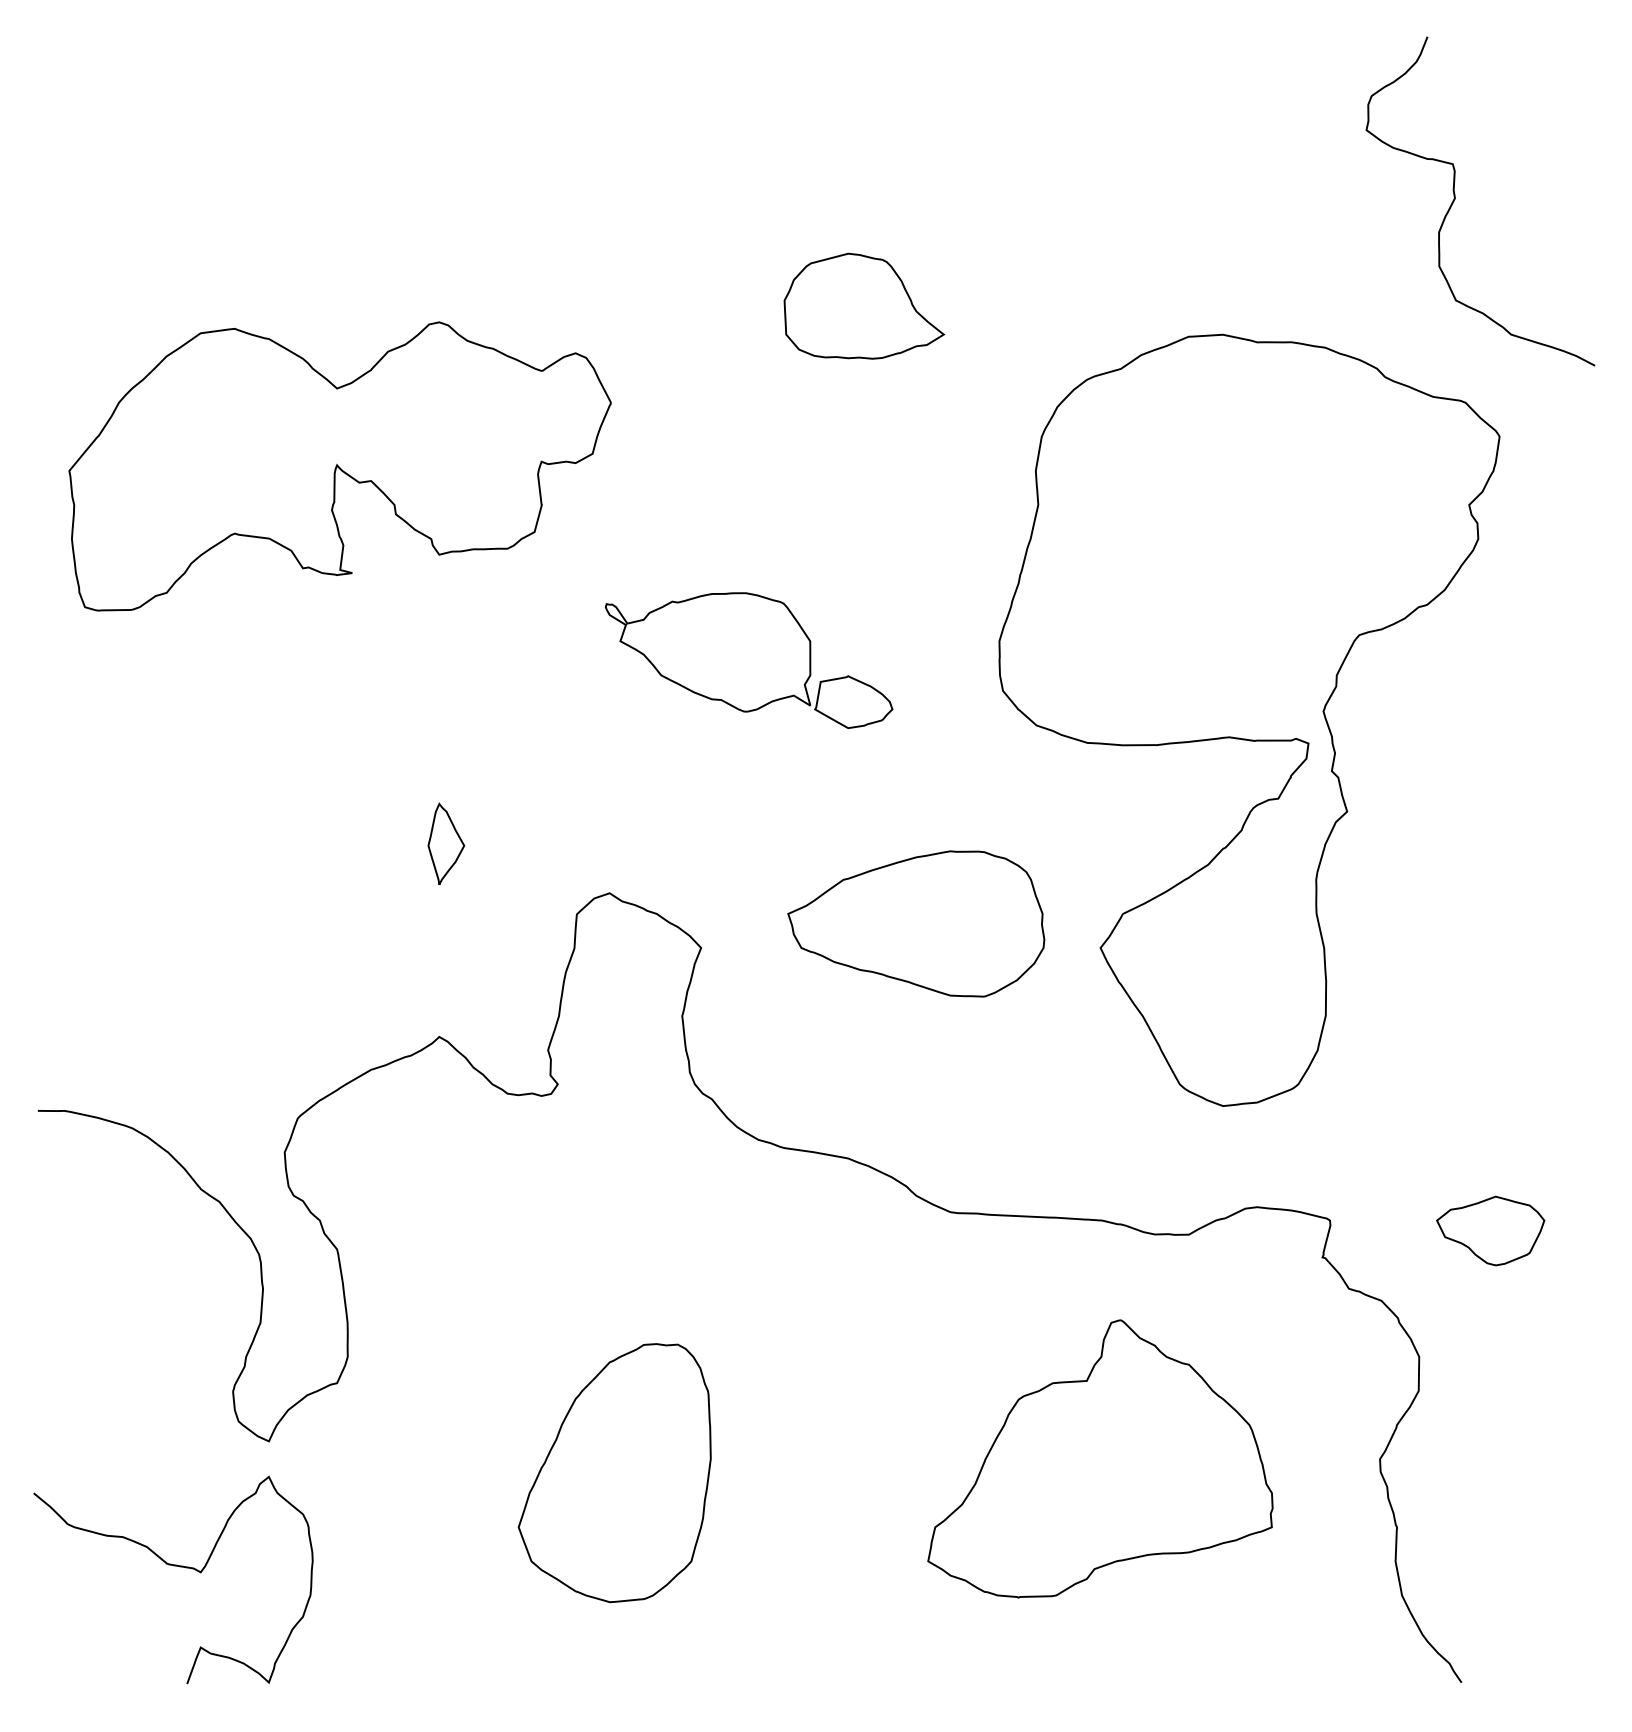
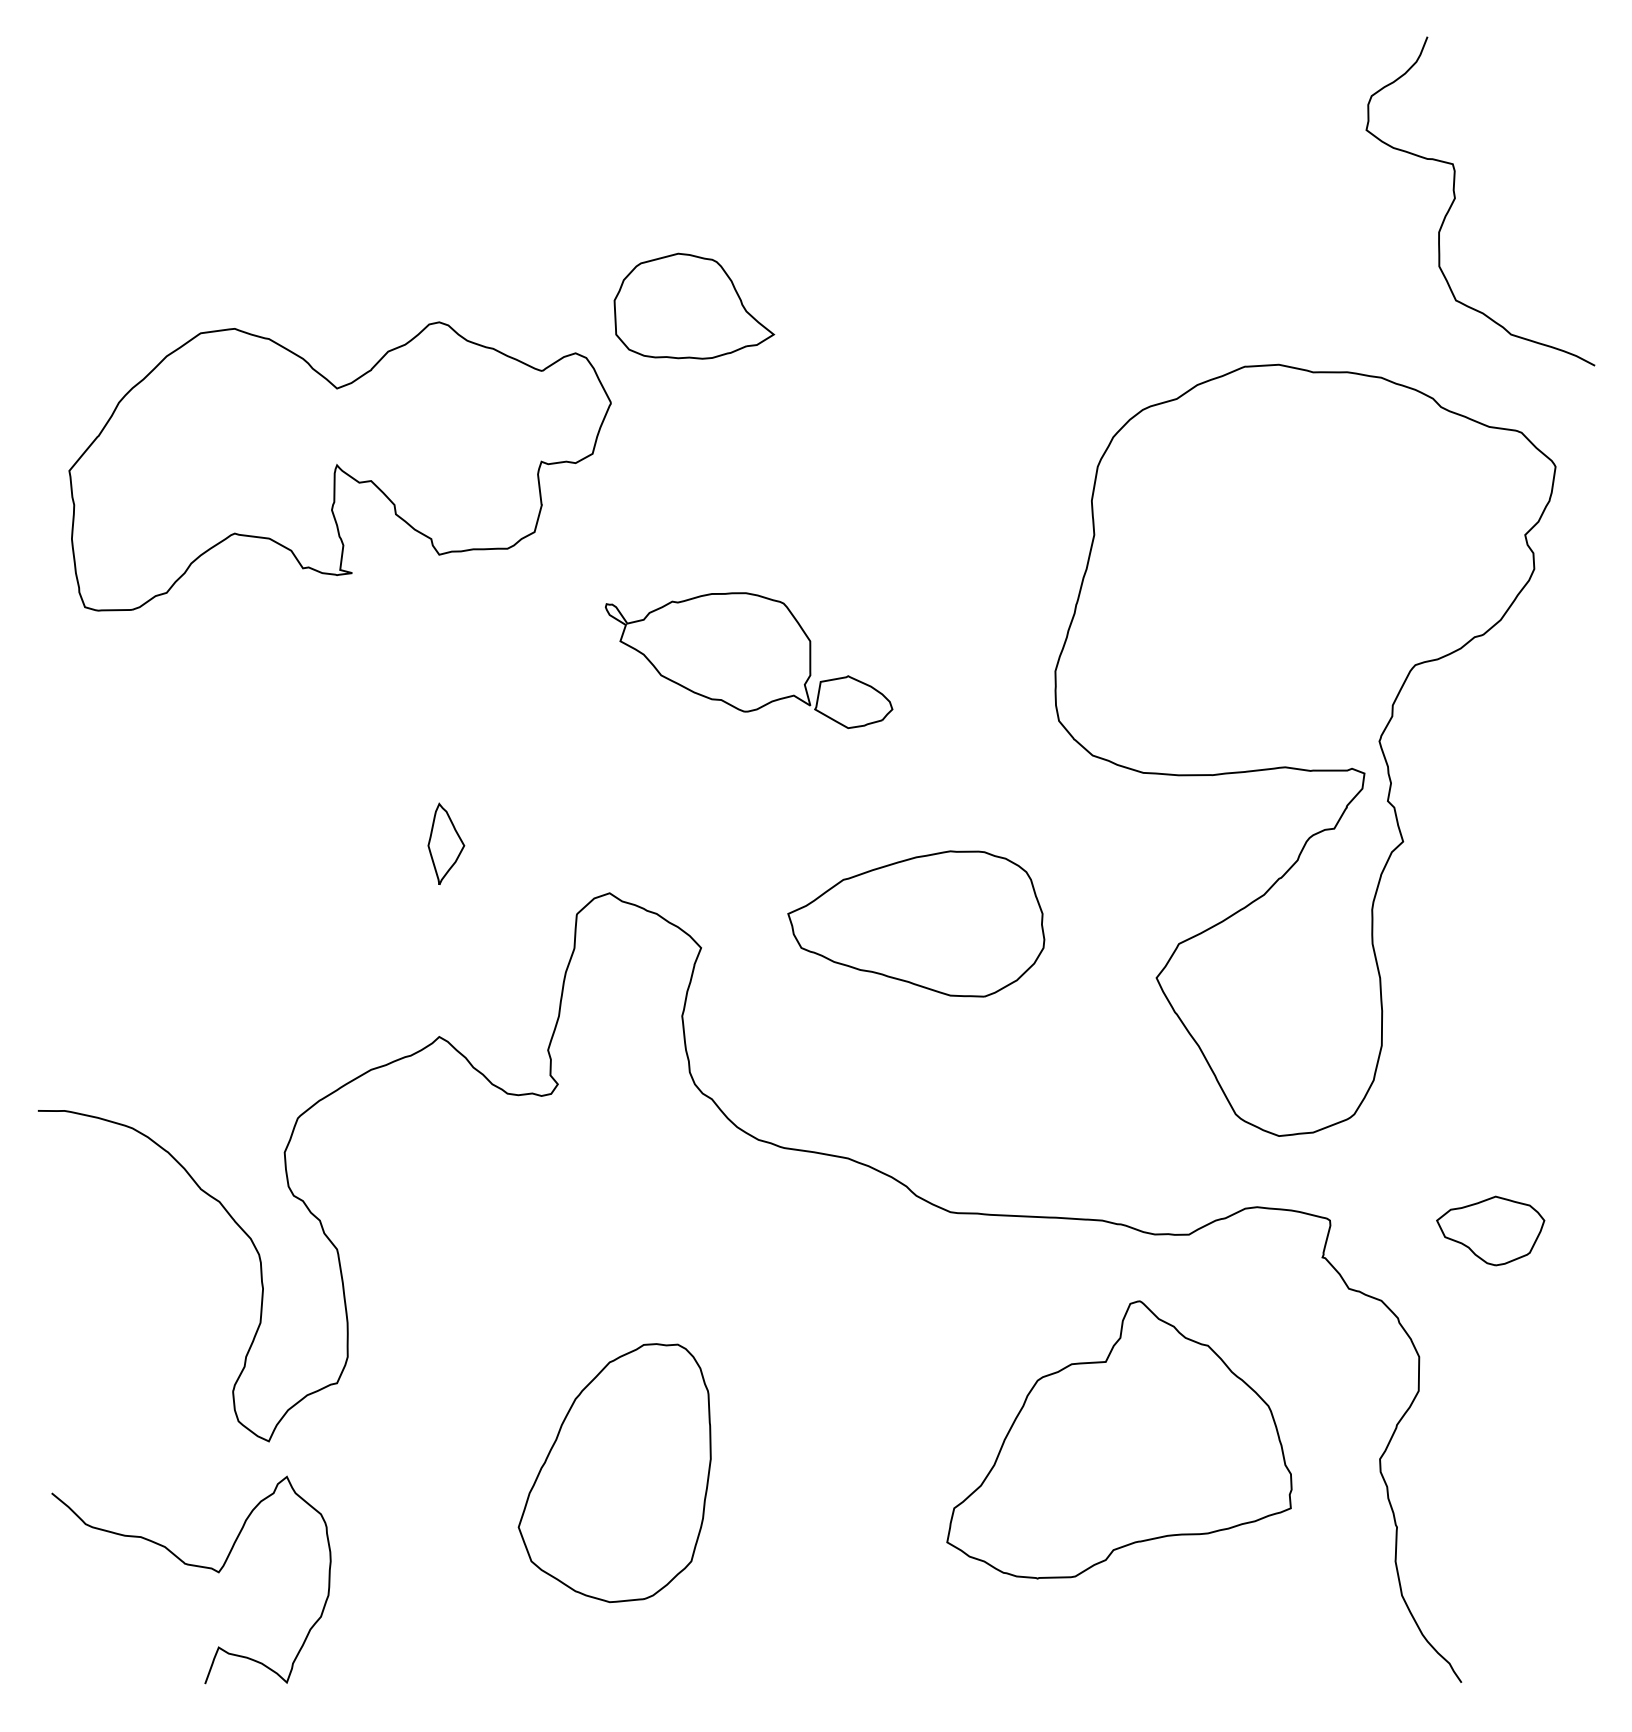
part at (864, 305) position: (864, 305) -> (694, 305)
part at (1249, 719) position: (1249, 719) -> (1305, 749)
part at (1100, 1458) position: (1100, 1458) -> (1119, 1439)
curve at (173, 1566) position: (173, 1566) -> (191, 1566)
